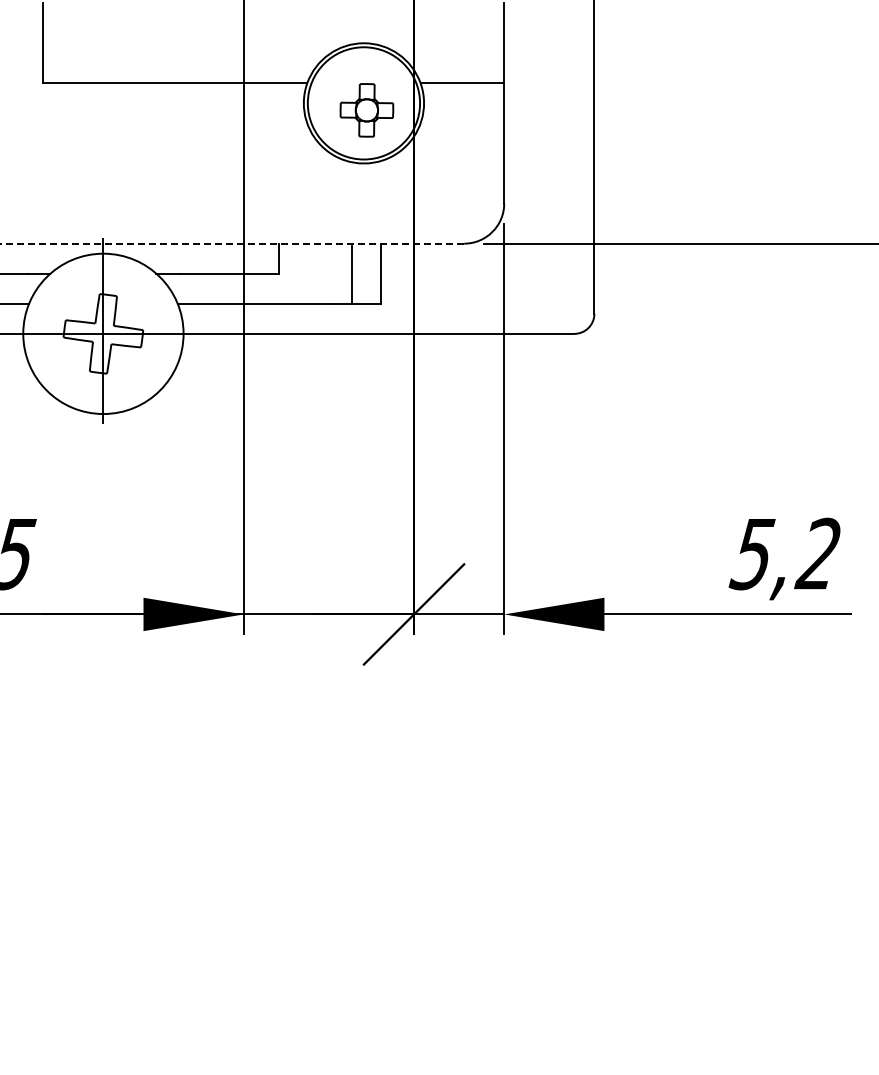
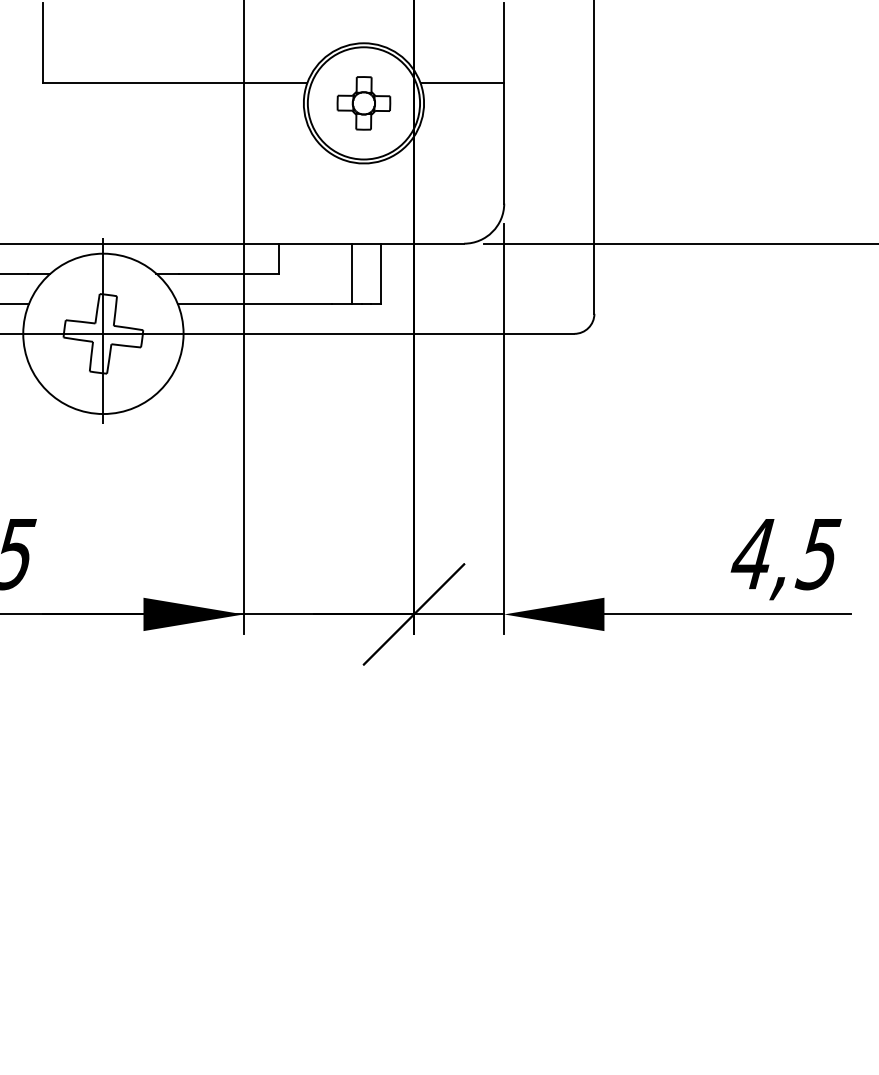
part at (366, 110) position: (366, 110) -> (363, 103)
line at (232, 243): dashed -> solid
text at (784, 553): 5,2 -> 4,5
